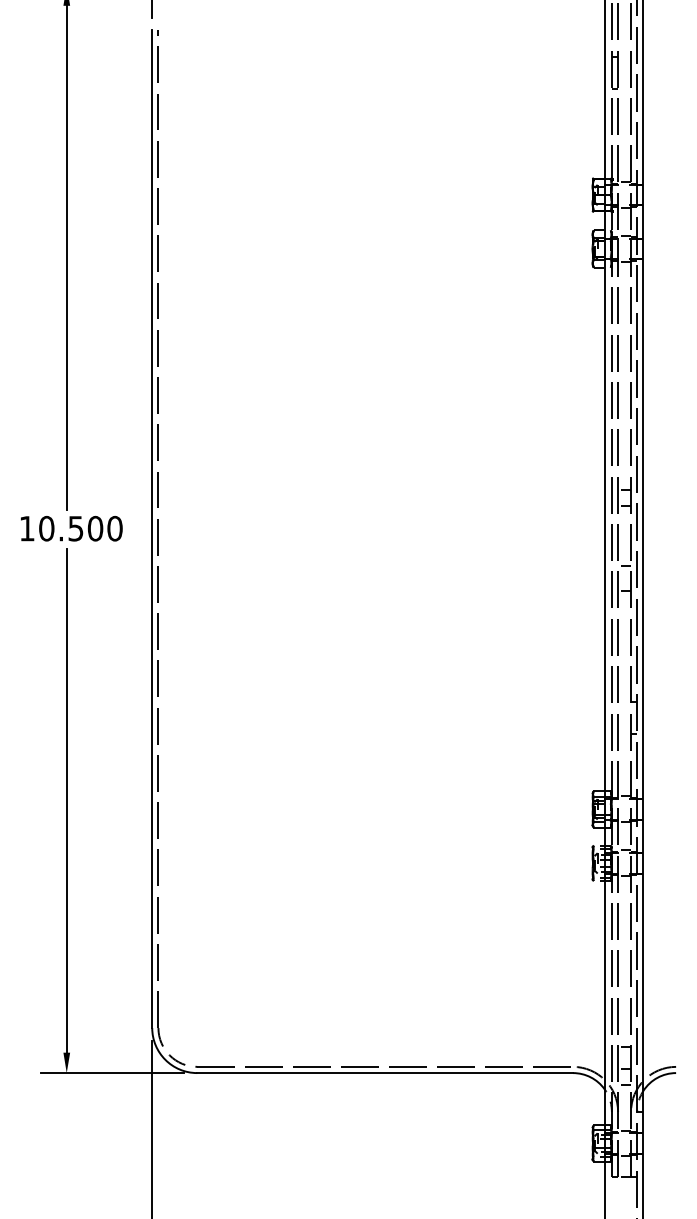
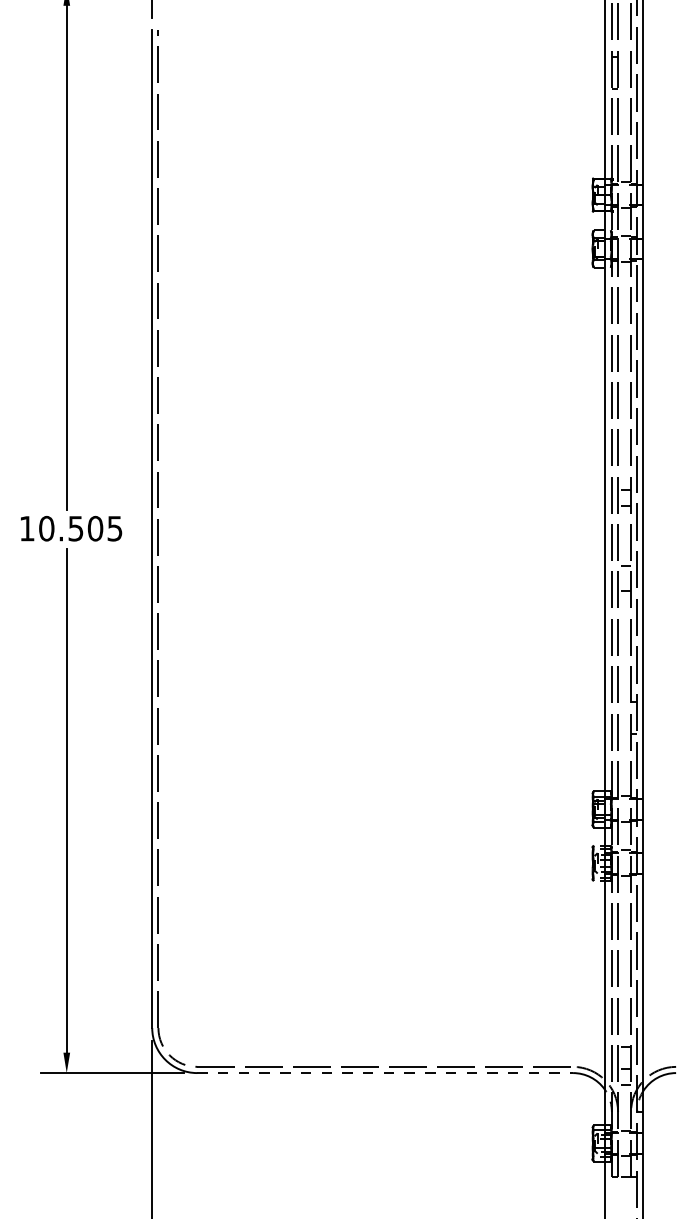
text at (114, 528): 10.500 -> 10.505
line at (385, 1073): solid -> dashed
